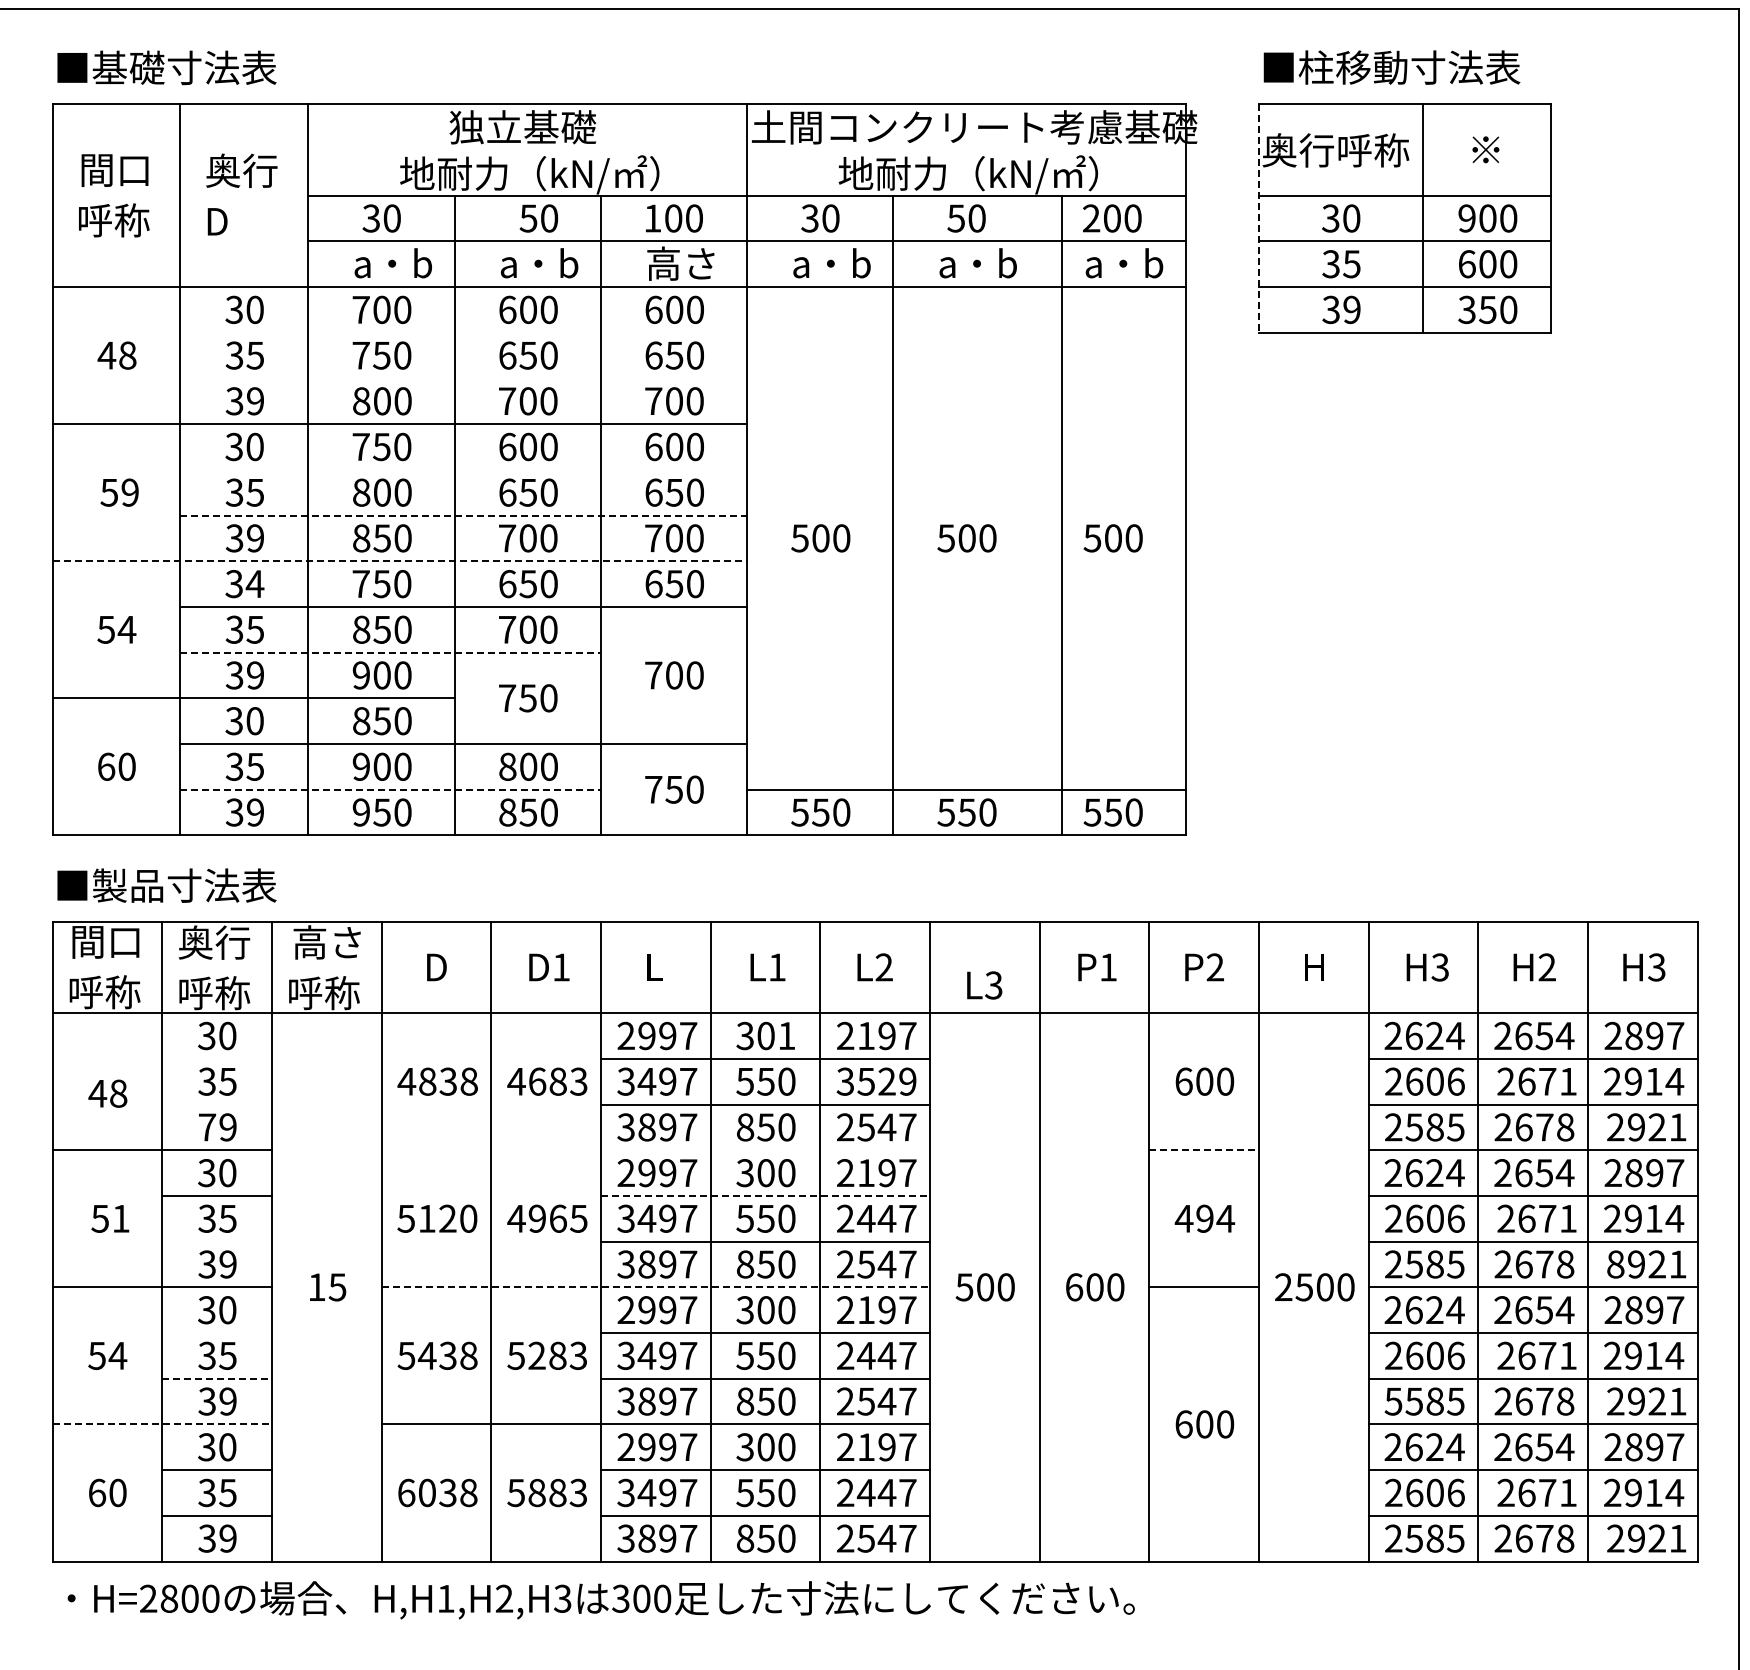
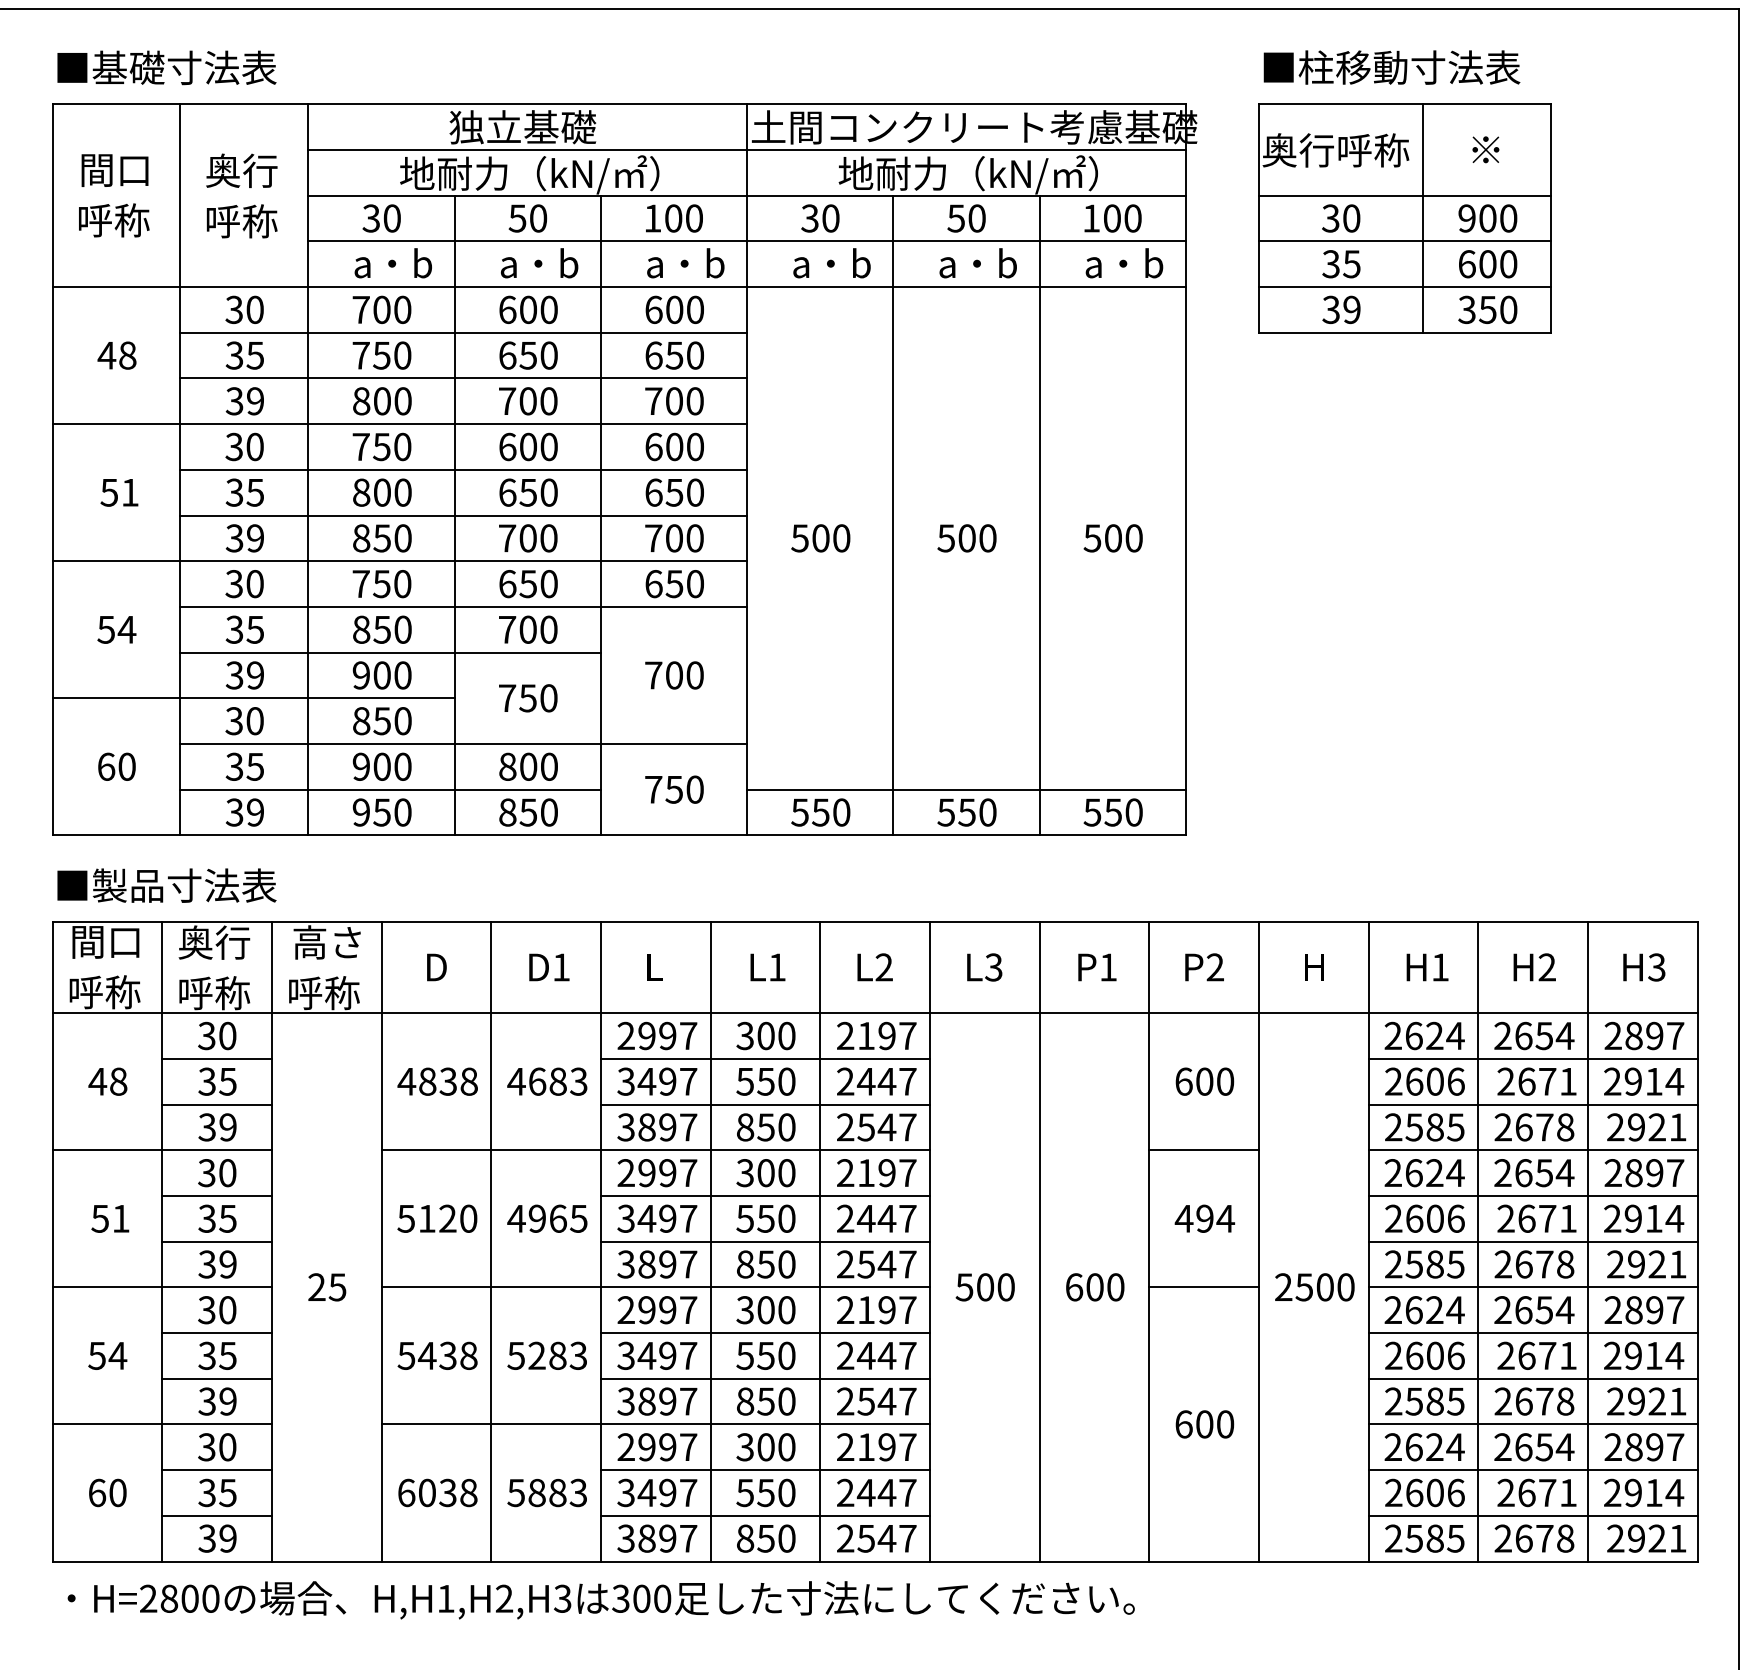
line at (746, 150): none -> present
text at (538, 218) position: (538, 218) -> (527, 218)
text at (1091, 218): 200 -> 100
line at (1258, 219): dashed -> solid
text at (241, 221): D -> 呼称
text at (685, 263): 高さ -> a・b
line at (463, 332): none -> present
line at (463, 378): none -> present
line at (463, 469): none -> present
text at (129, 492): 59 -> 51
line at (464, 515): dashed -> solid
line at (1061, 515) position: (1061, 515) -> (1039, 515)
line at (400, 561): dashed -> solid
text at (254, 584): 34 -> 30
line at (391, 652): dashed -> solid
line at (391, 789): dashed -> solid
text at (1439, 967): H3 -> H1
text at (984, 985) position: (984, 985) -> (984, 967)
text at (786, 1035): 301 -> 300
line at (216, 1058): none -> present
text at (876, 1081): 3529 -> 2447
text at (107, 1093) position: (107, 1093) -> (107, 1081)
line at (216, 1104): none -> present
text at (207, 1127): 79 -> 39
line at (655, 1150): none -> present
line at (1204, 1150): dashed -> solid
line at (765, 1195): dashed -> solid
line at (216, 1241): none -> present
text at (1615, 1264): 8921 -> 2921
text at (316, 1286): 15 -> 25
line at (656, 1287): dashed -> solid
line at (216, 1333): none -> present
line at (217, 1378): dashed -> solid
text at (1393, 1401): 5585 -> 2585
line at (162, 1424): dashed -> solid
